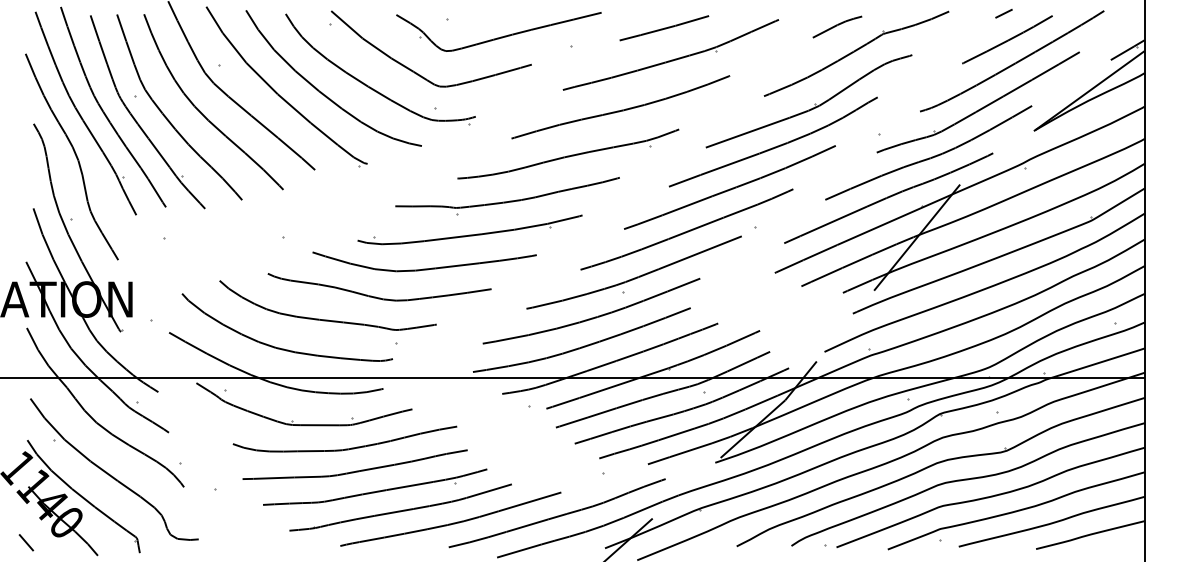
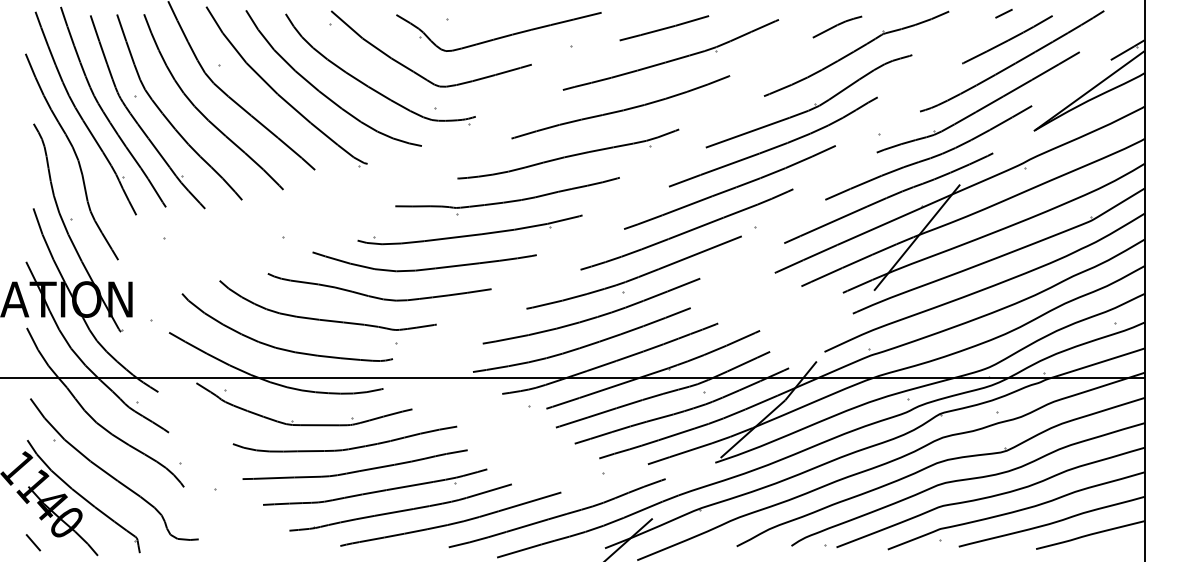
line at (26, 542) position: (26, 542) -> (33, 542)
